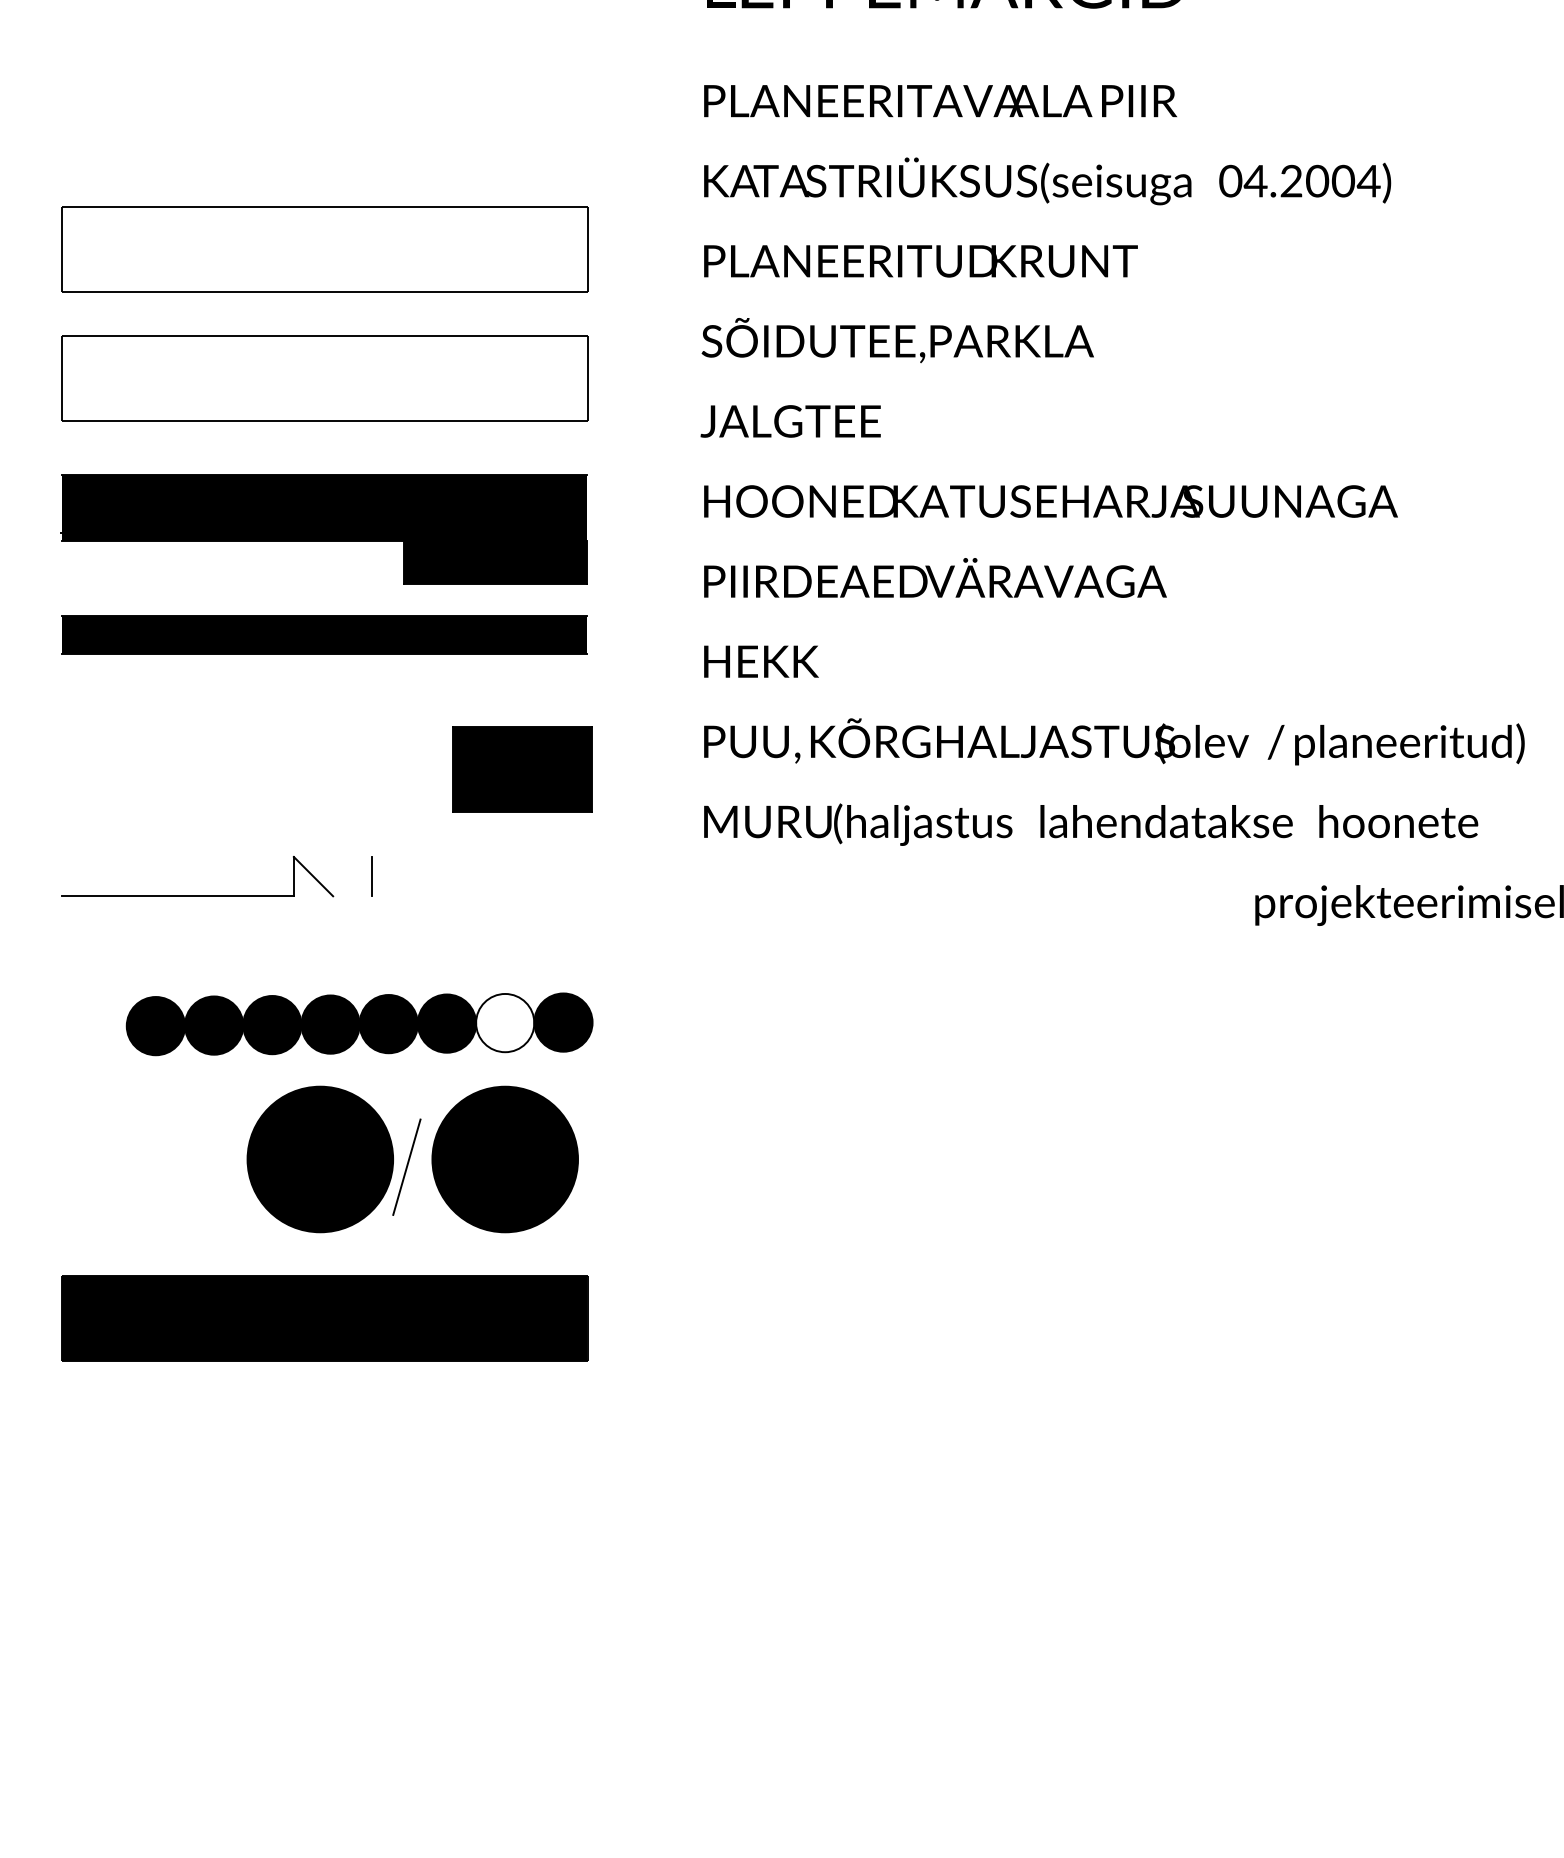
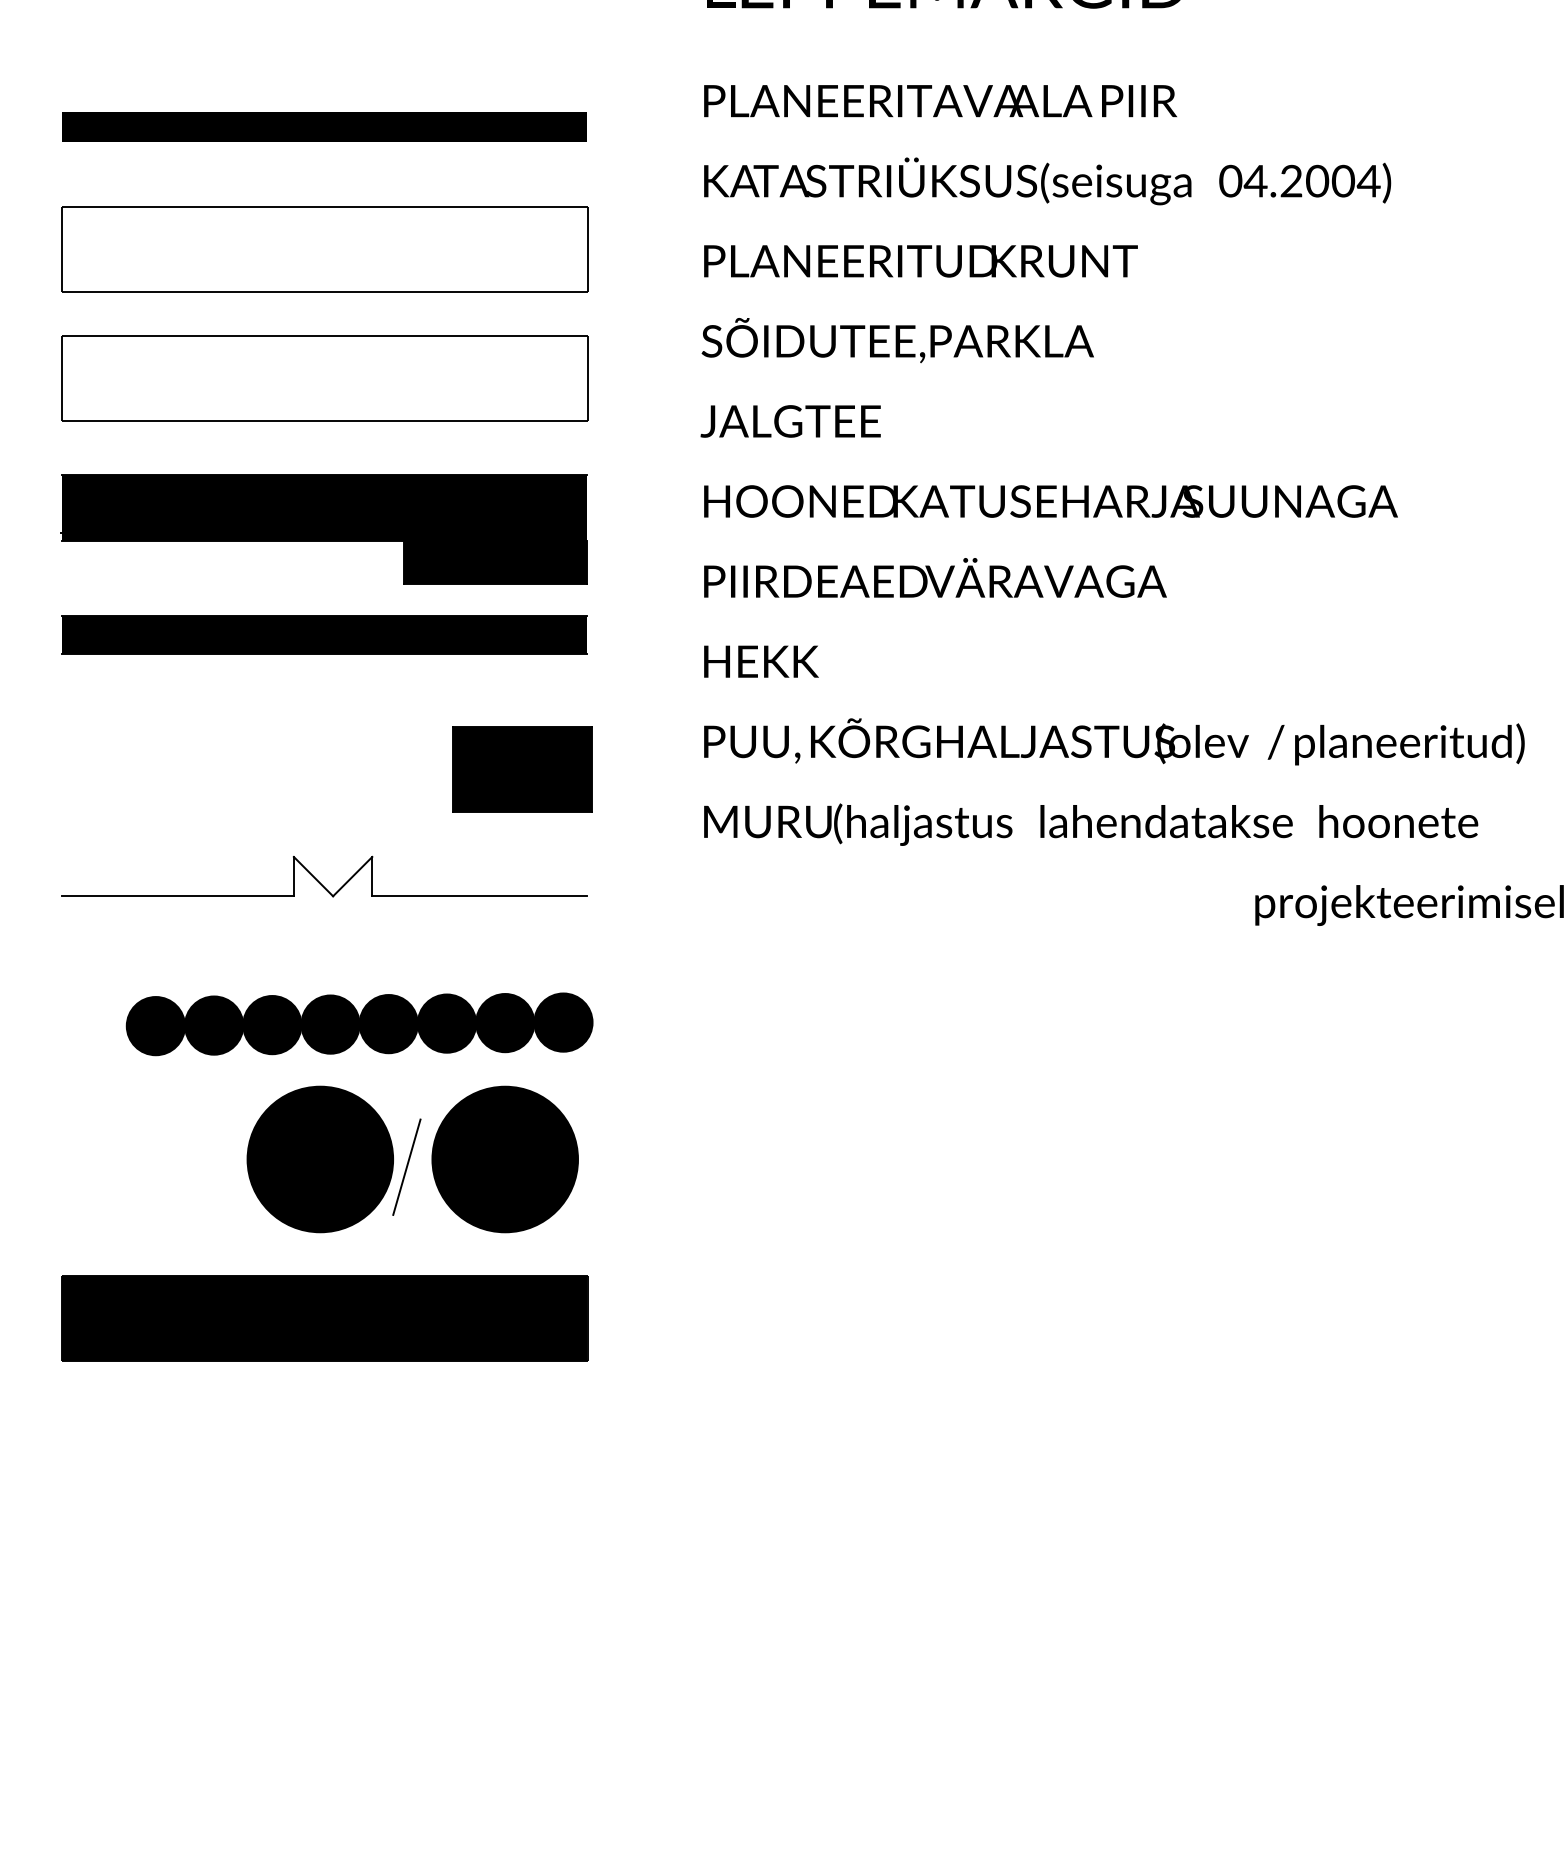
line at (324, 126): none -> present
line at (352, 876): none -> present
line at (479, 896): none -> present
fill at (505, 1022): none -> present
